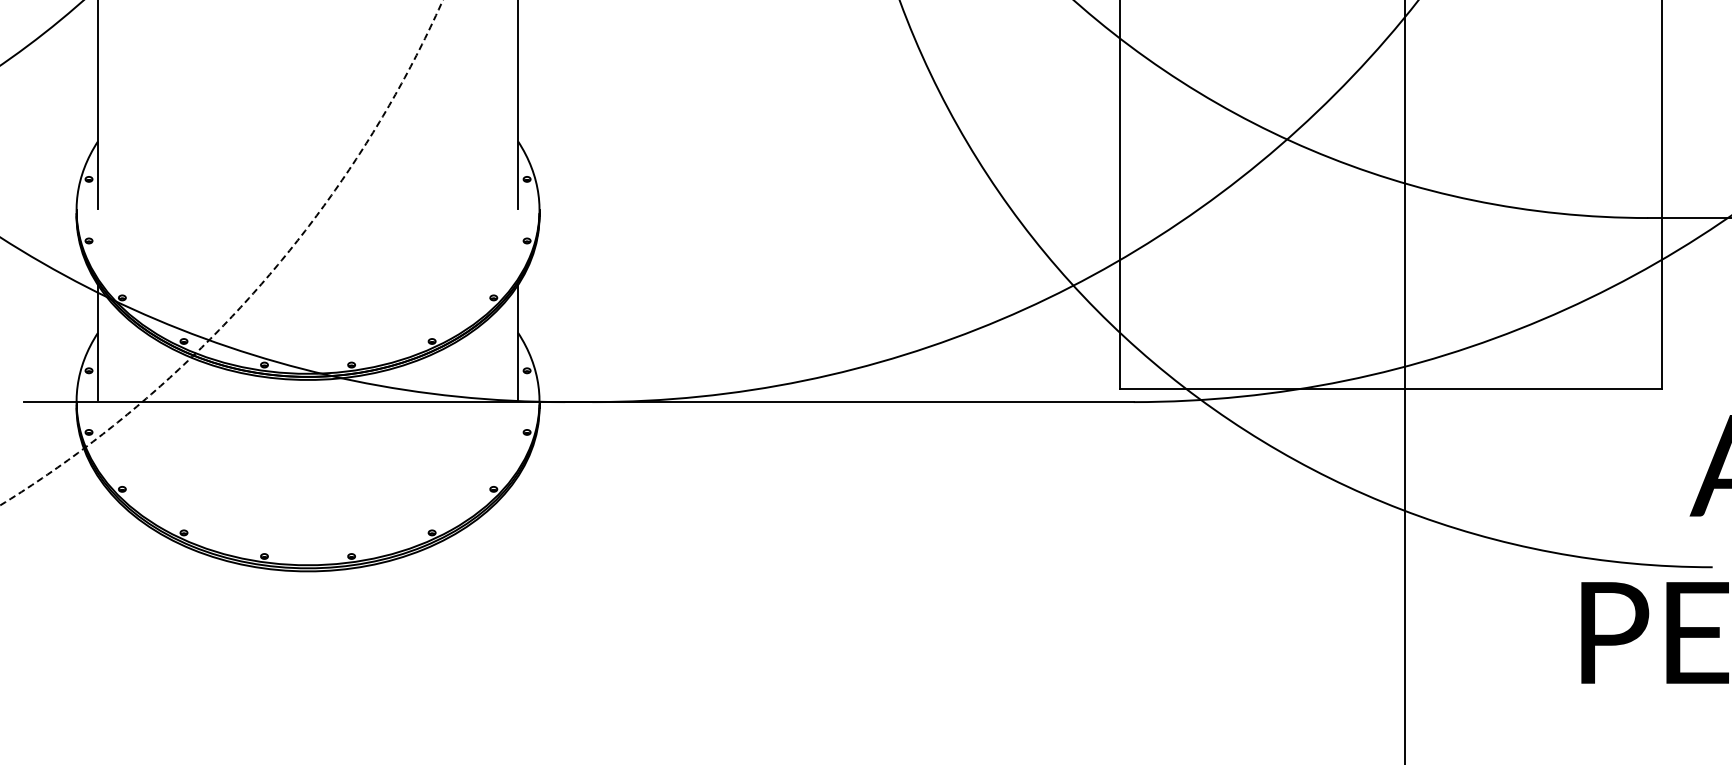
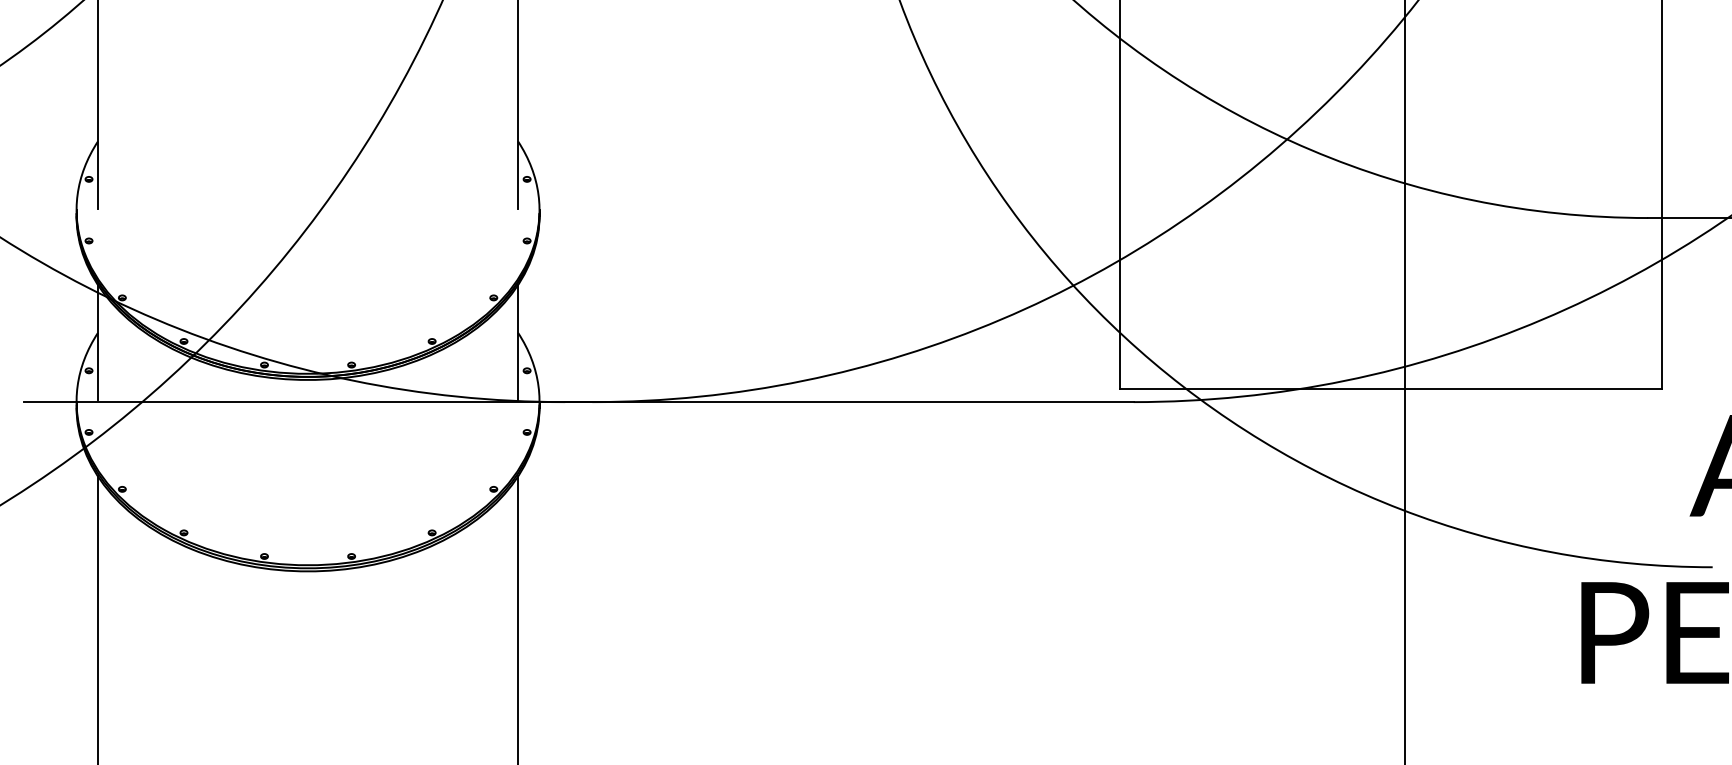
arc at (261, 283): dashed -> solid
line at (97, 618): none -> present
line at (518, 618): none -> present
